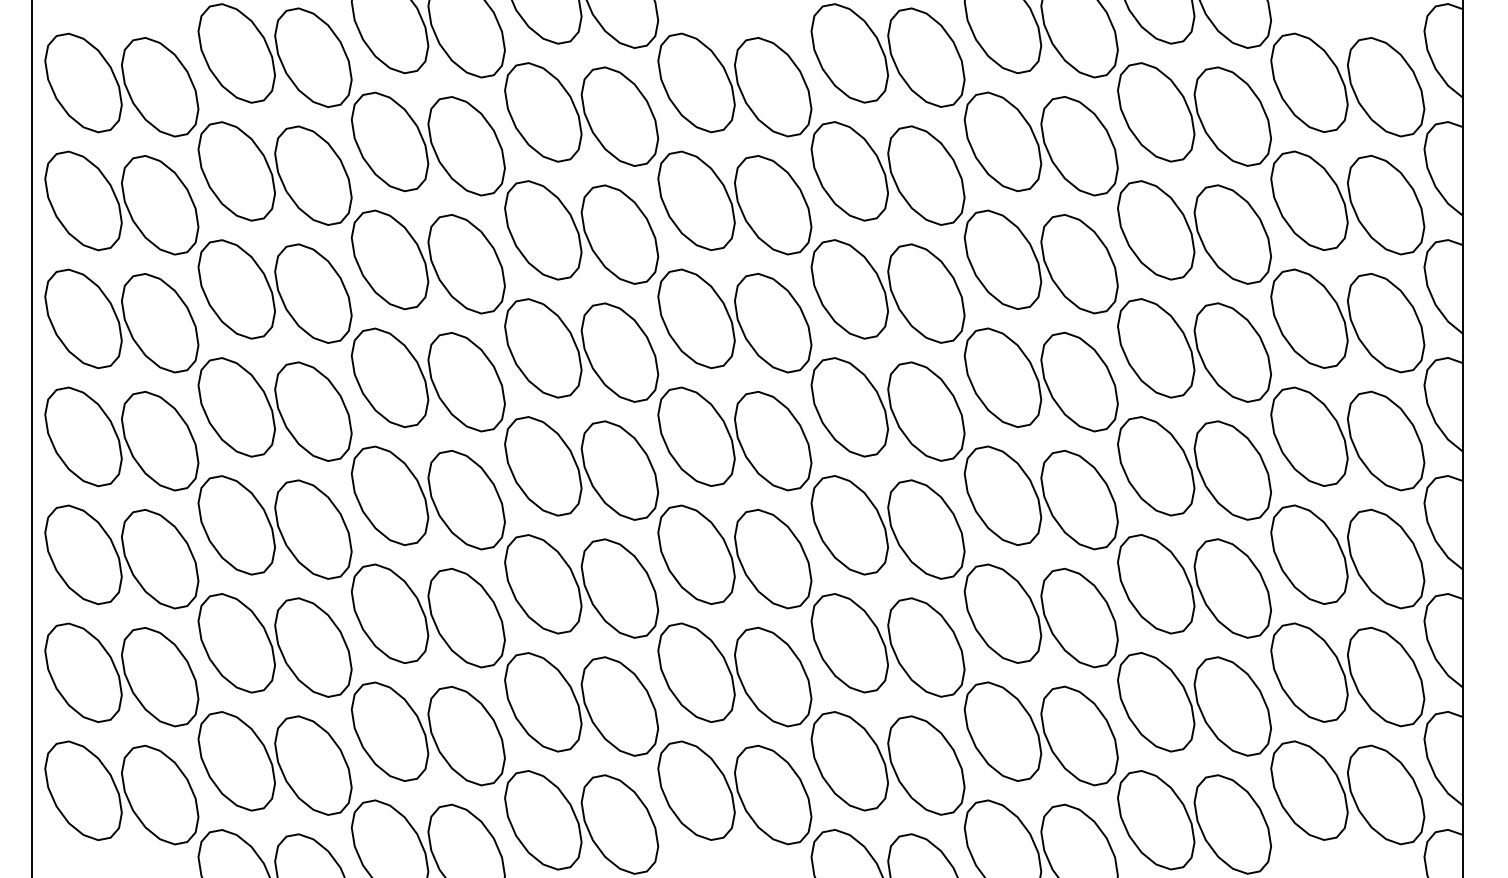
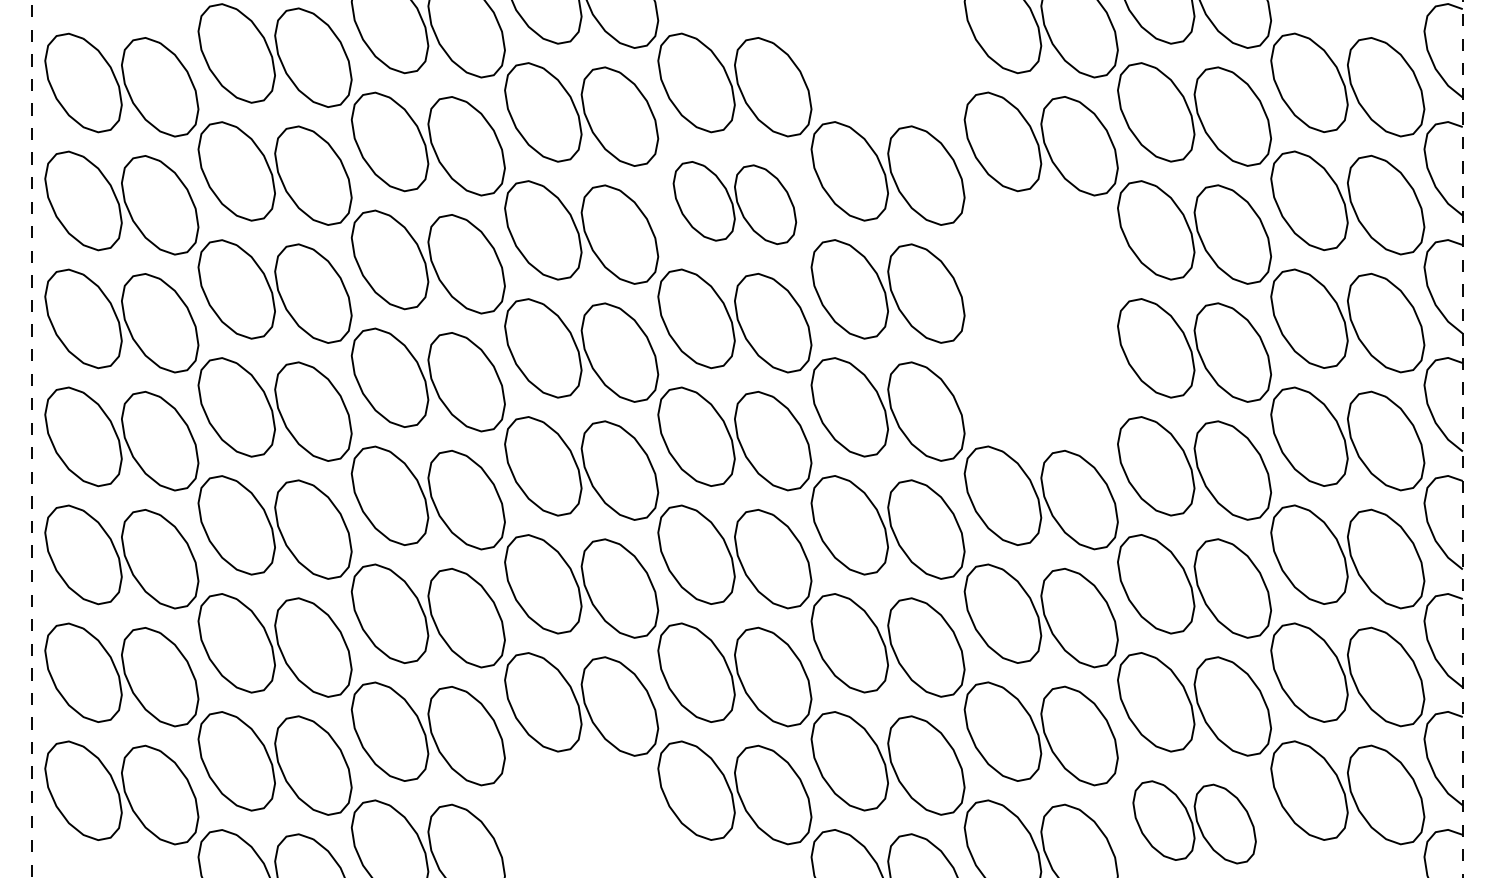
part at (887, 55): present -> none
part at (734, 202) size: 156x106 px -> 126x85 px
part at (1040, 261): present -> none
part at (1040, 379): present -> none
line at (32, 438): solid -> dashed
line at (1462, 438): solid -> dashed
part at (581, 822): present -> none
part at (1194, 822) size: 156x105 px -> 125x85 px
